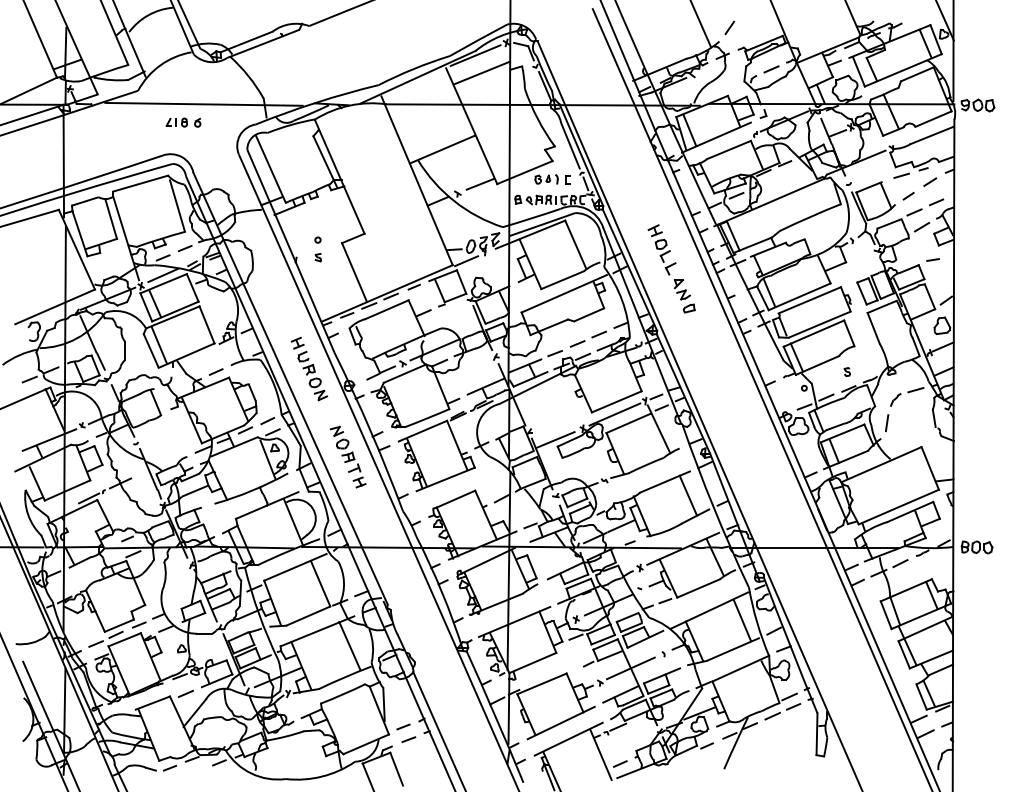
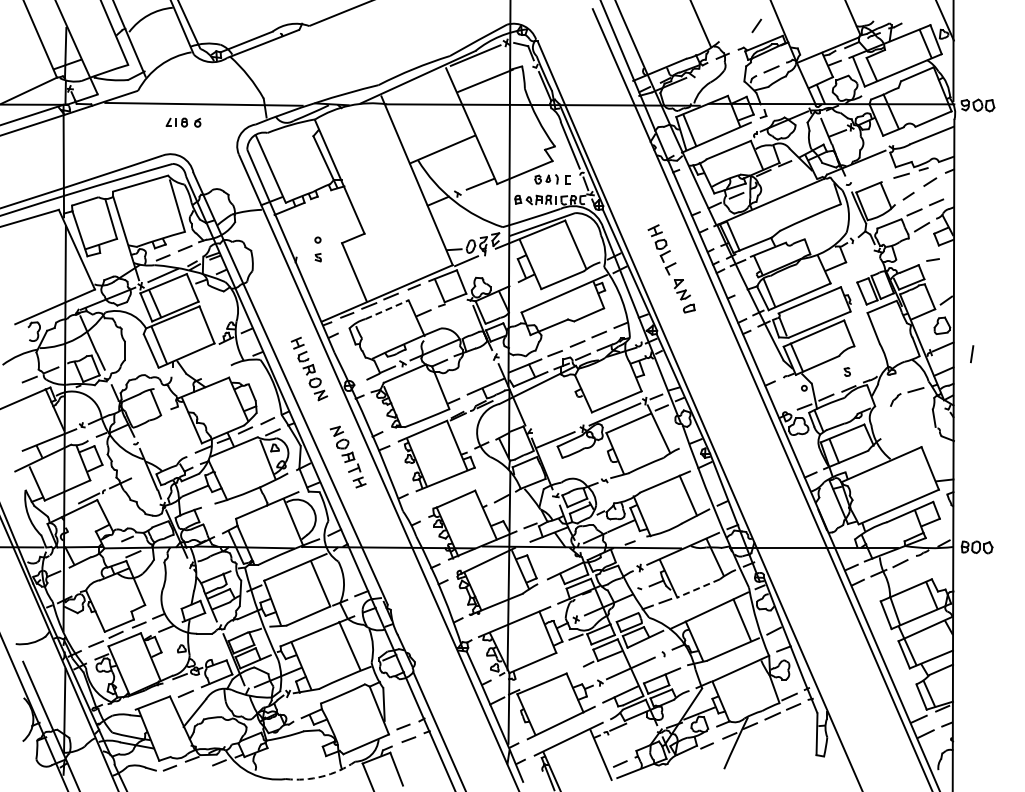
line at (729, 27) position: (729, 27) -> (756, 25)
line at (481, 72) position: (481, 72) -> (484, 80)
line at (387, 309): solid -> dashed
line at (215, 371): present -> none
line at (887, 423) position: (887, 423) -> (972, 354)
line at (698, 588): solid -> dashed
arc at (322, 776): solid -> dashed
